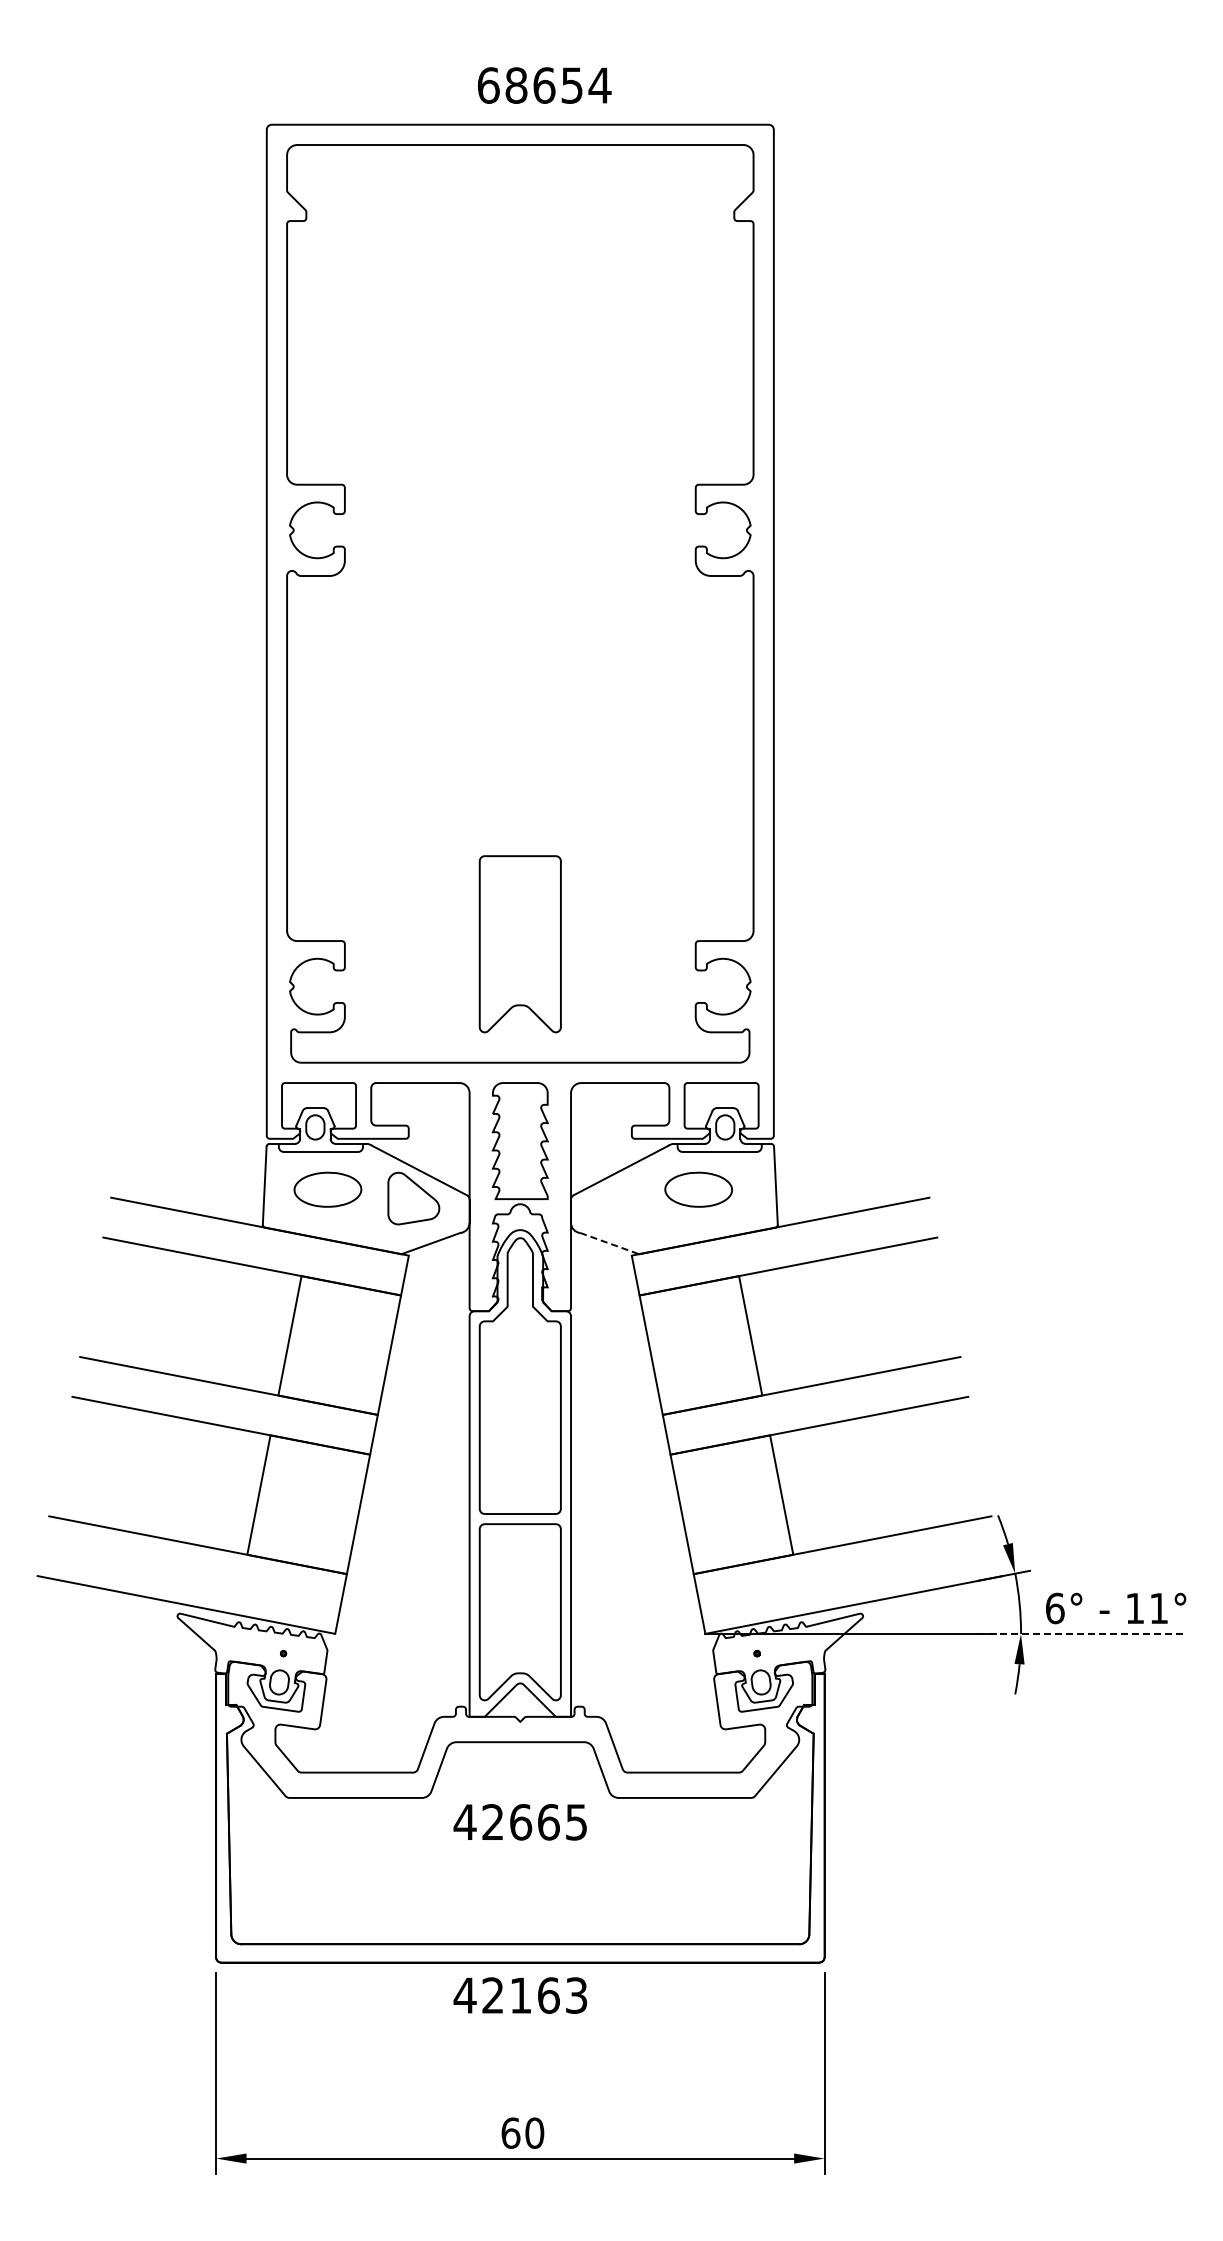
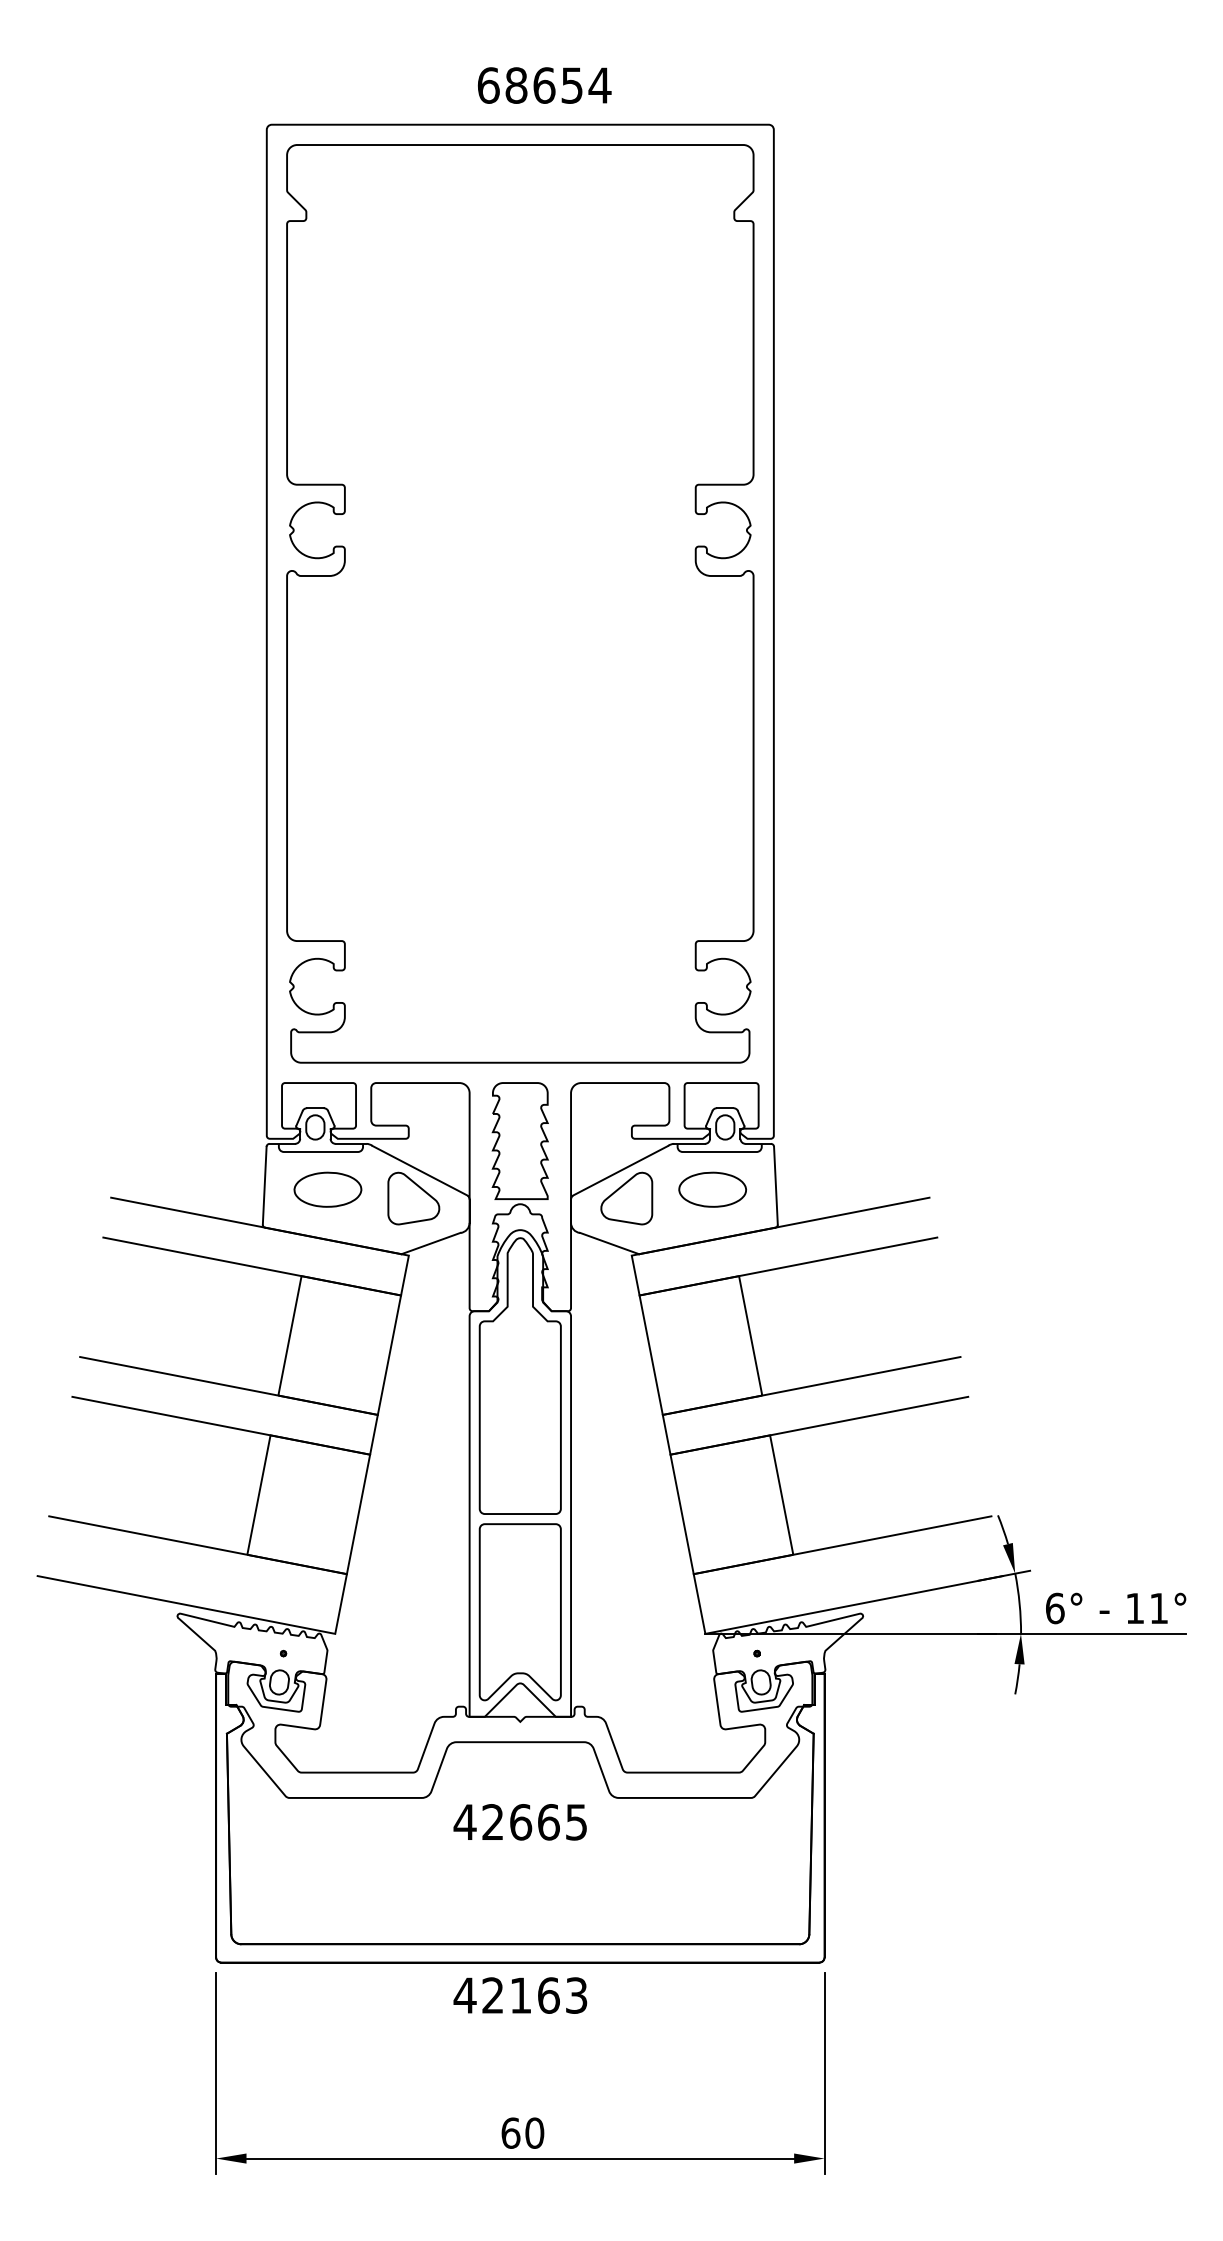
part at (519, 944): present -> none
part at (698, 1189) position: (698, 1189) -> (712, 1189)
part at (626, 1198): none -> present
line at (610, 1243): dashed -> solid
line at (1082, 1633): dashed -> solid
